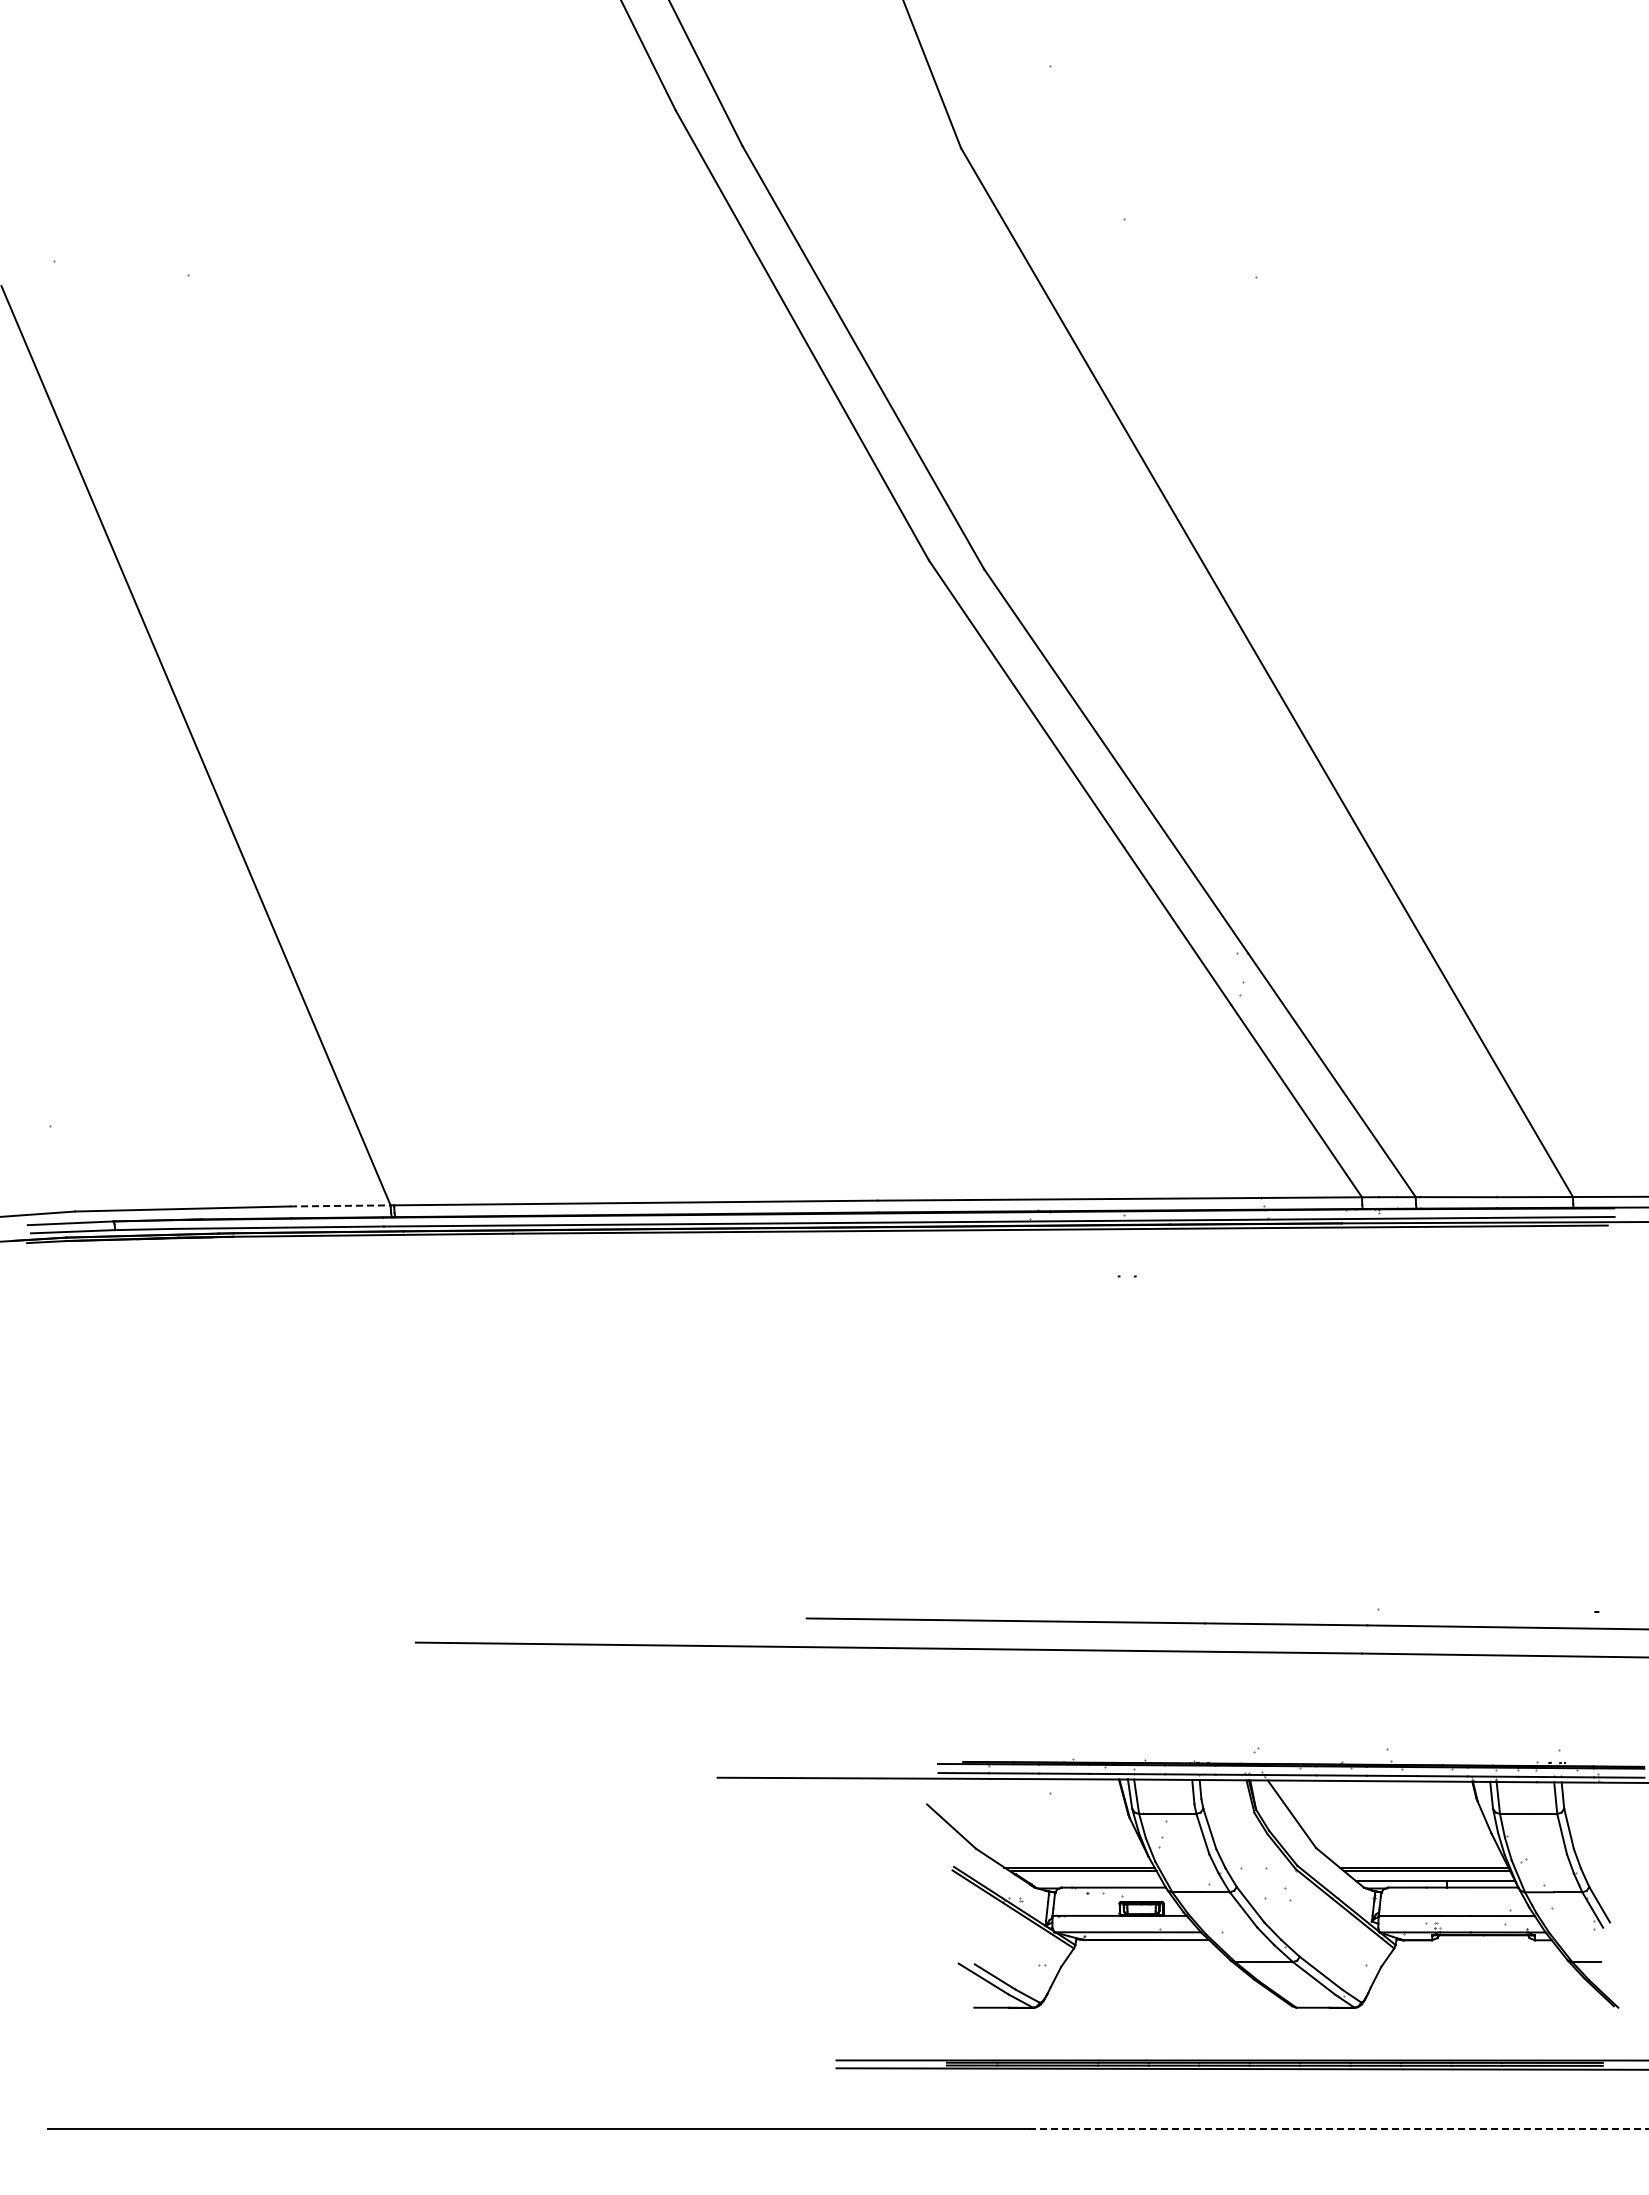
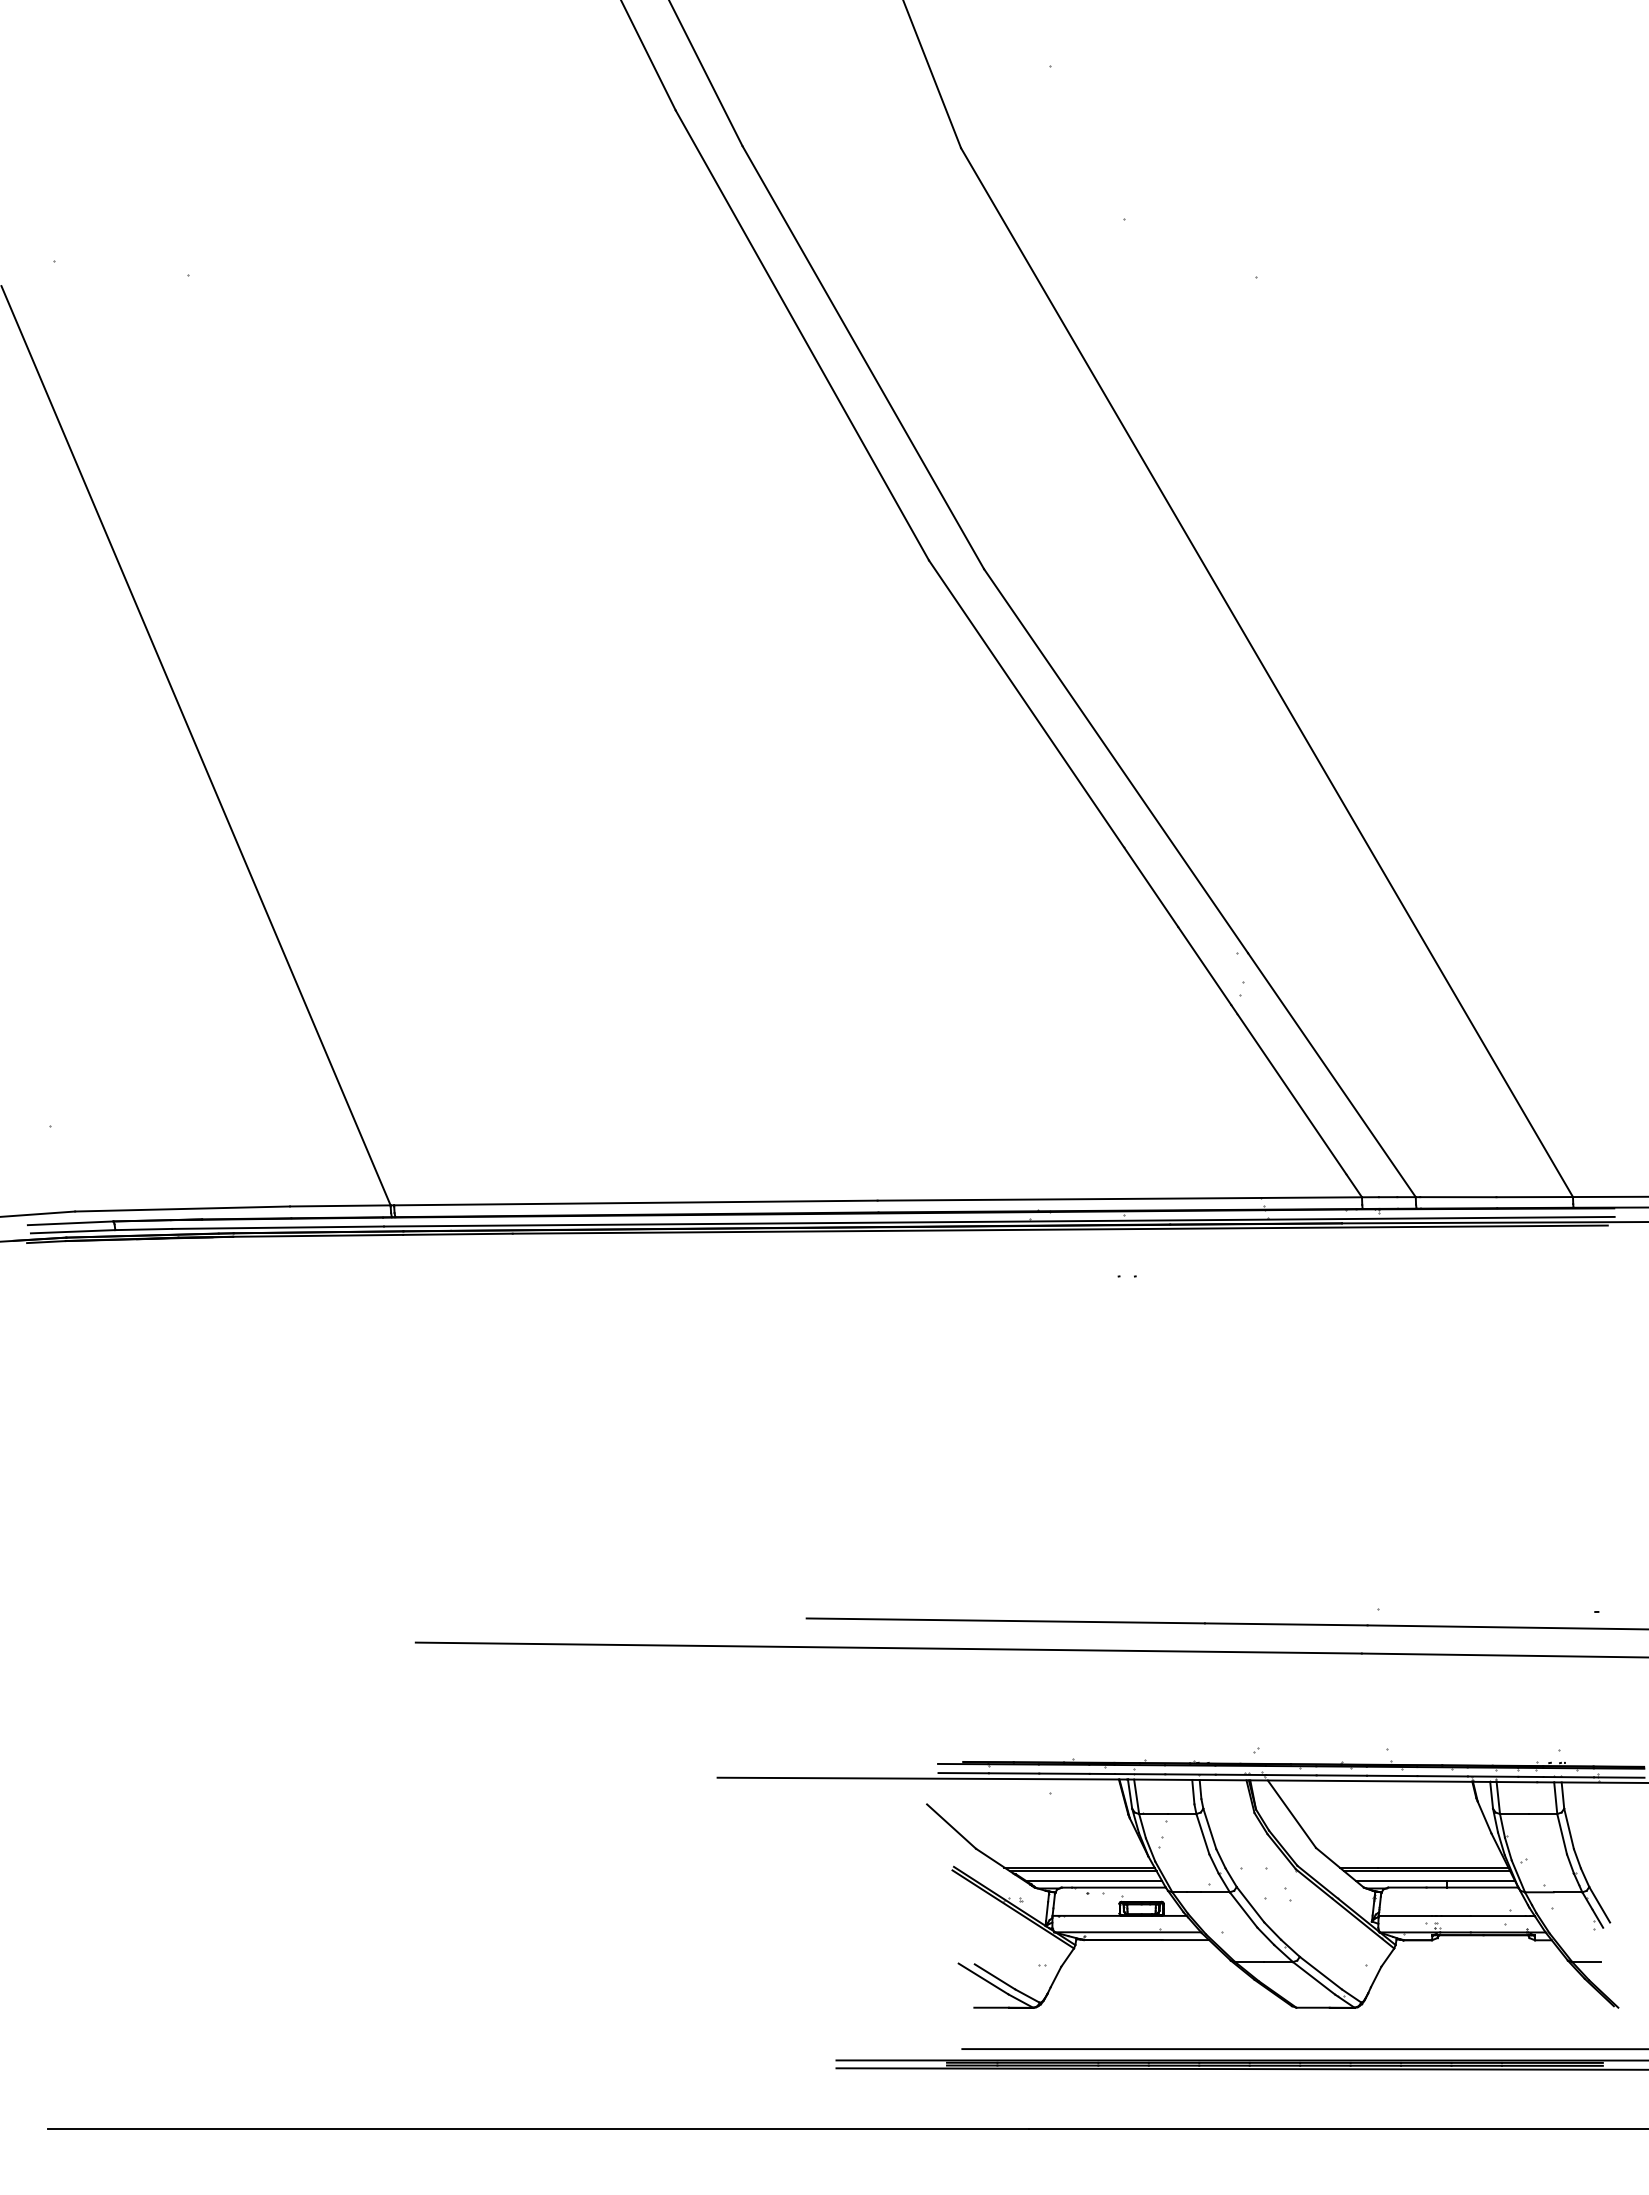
line at (340, 1205): dashed -> solid
line at (1094, 1881): none -> present
line at (1303, 2049): none -> present
line at (1338, 2129): dashed -> solid
